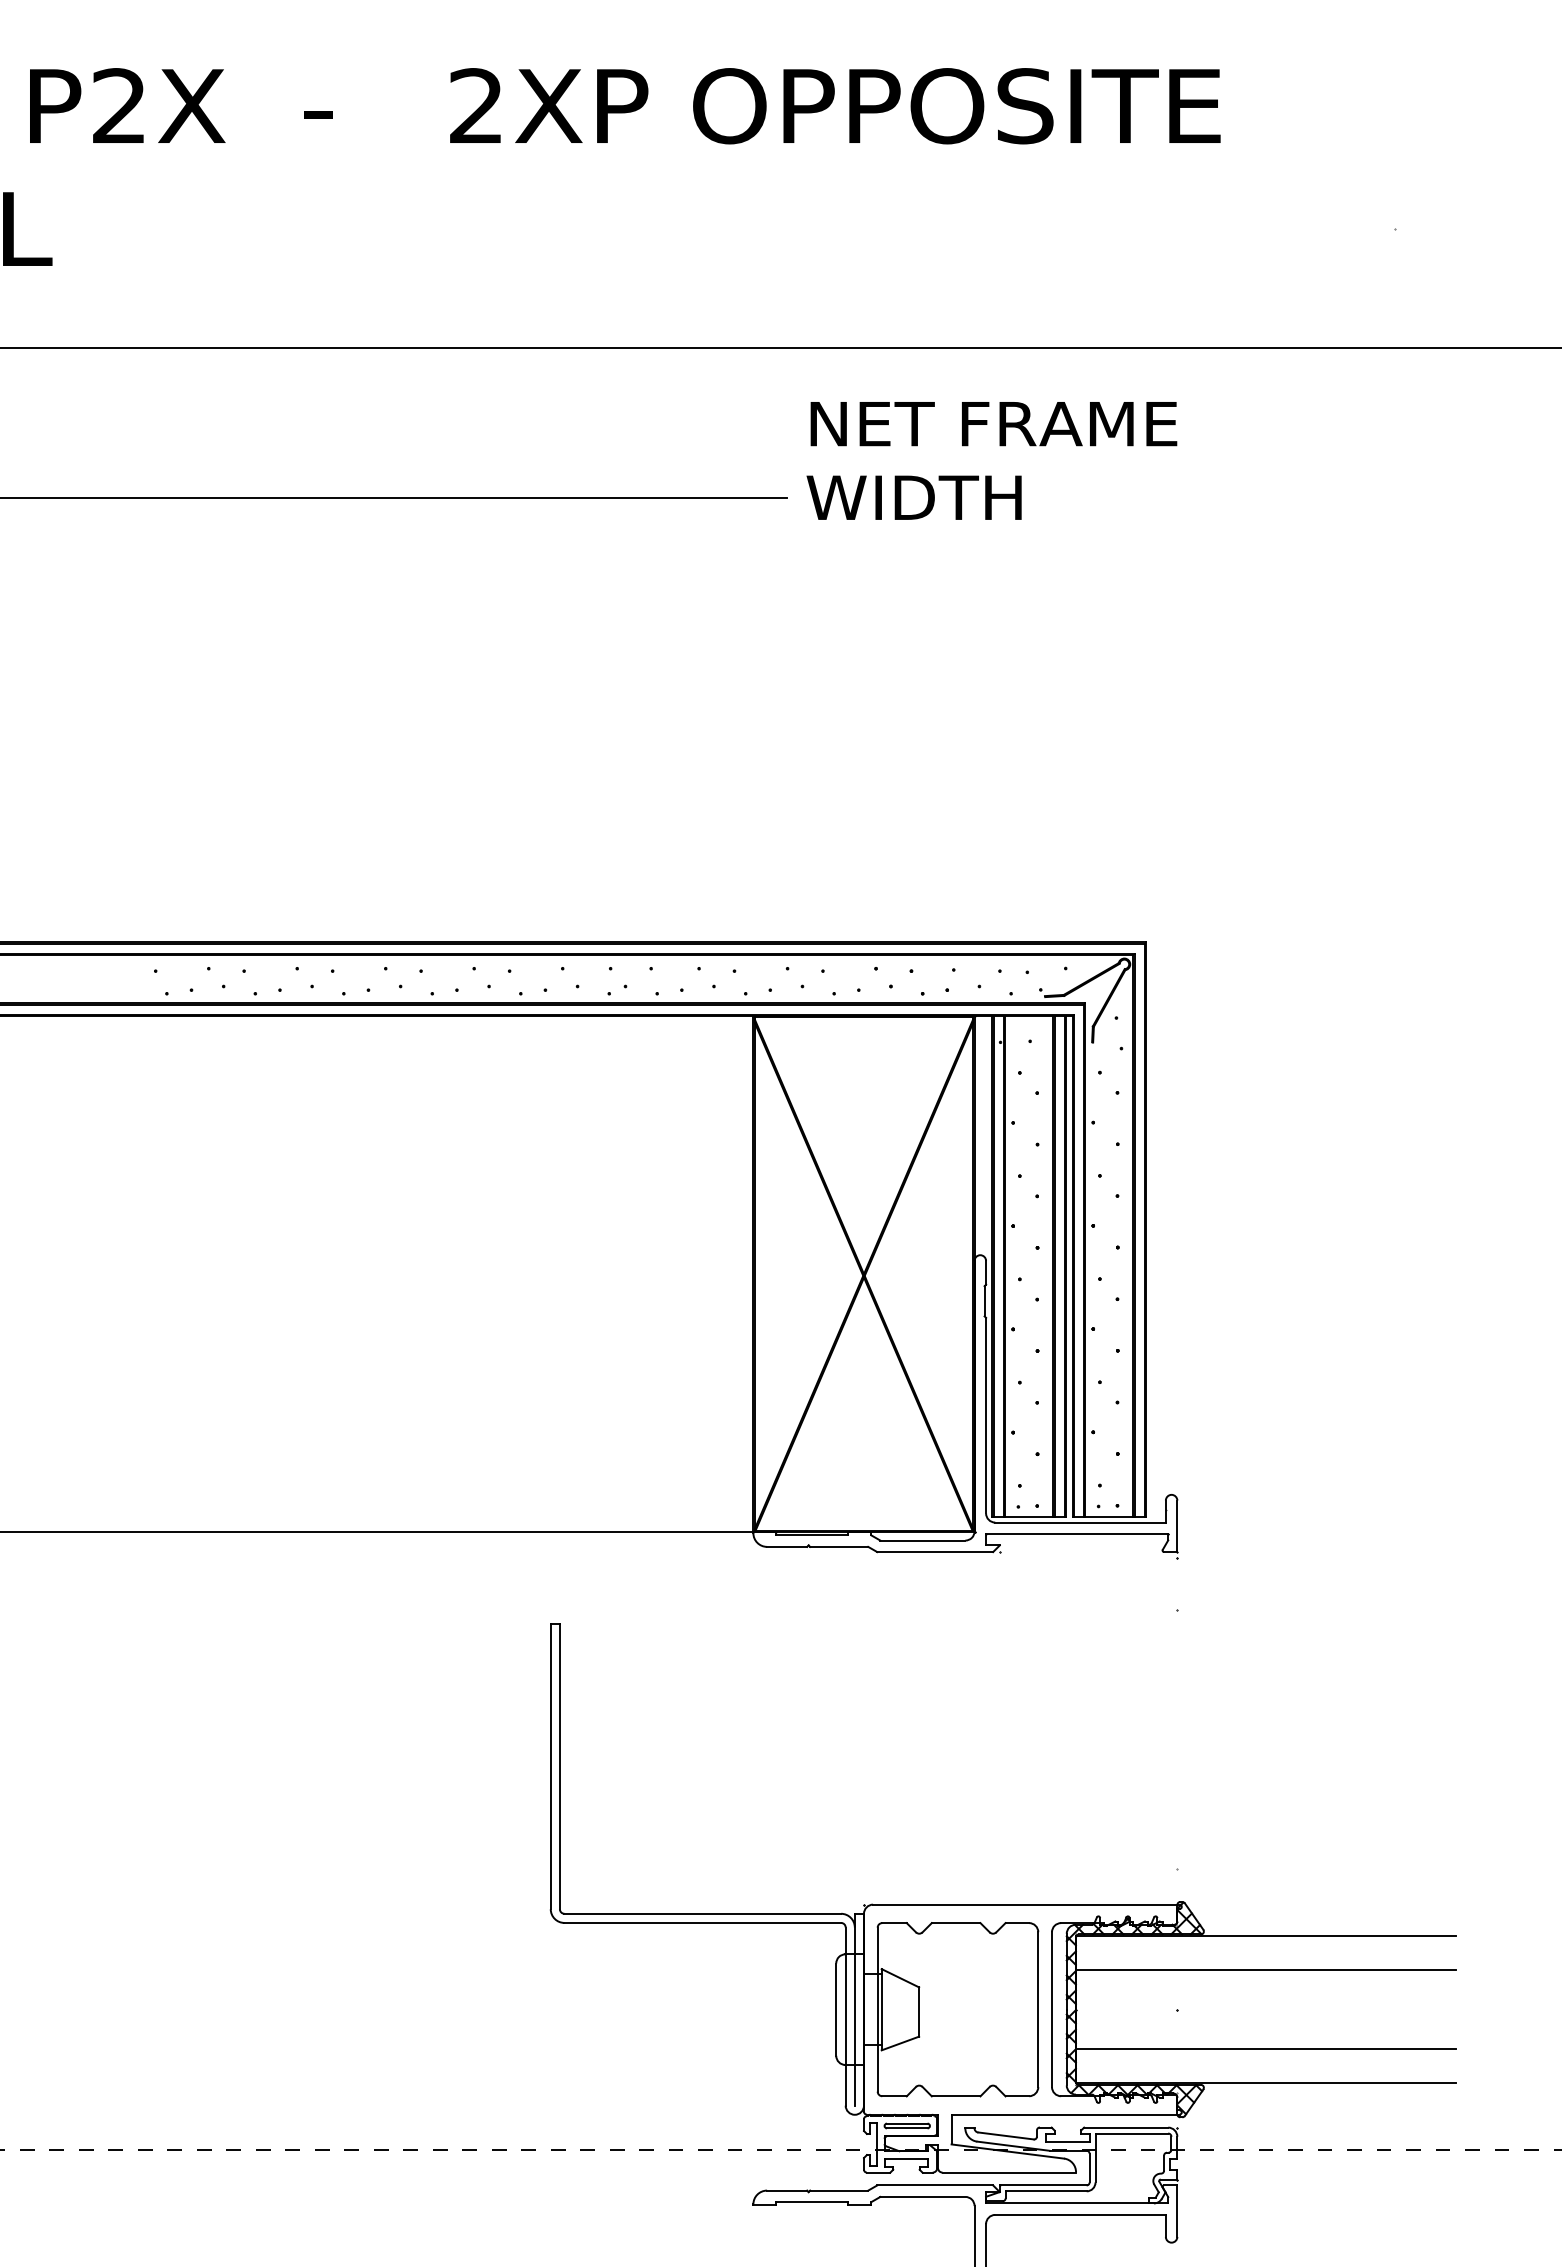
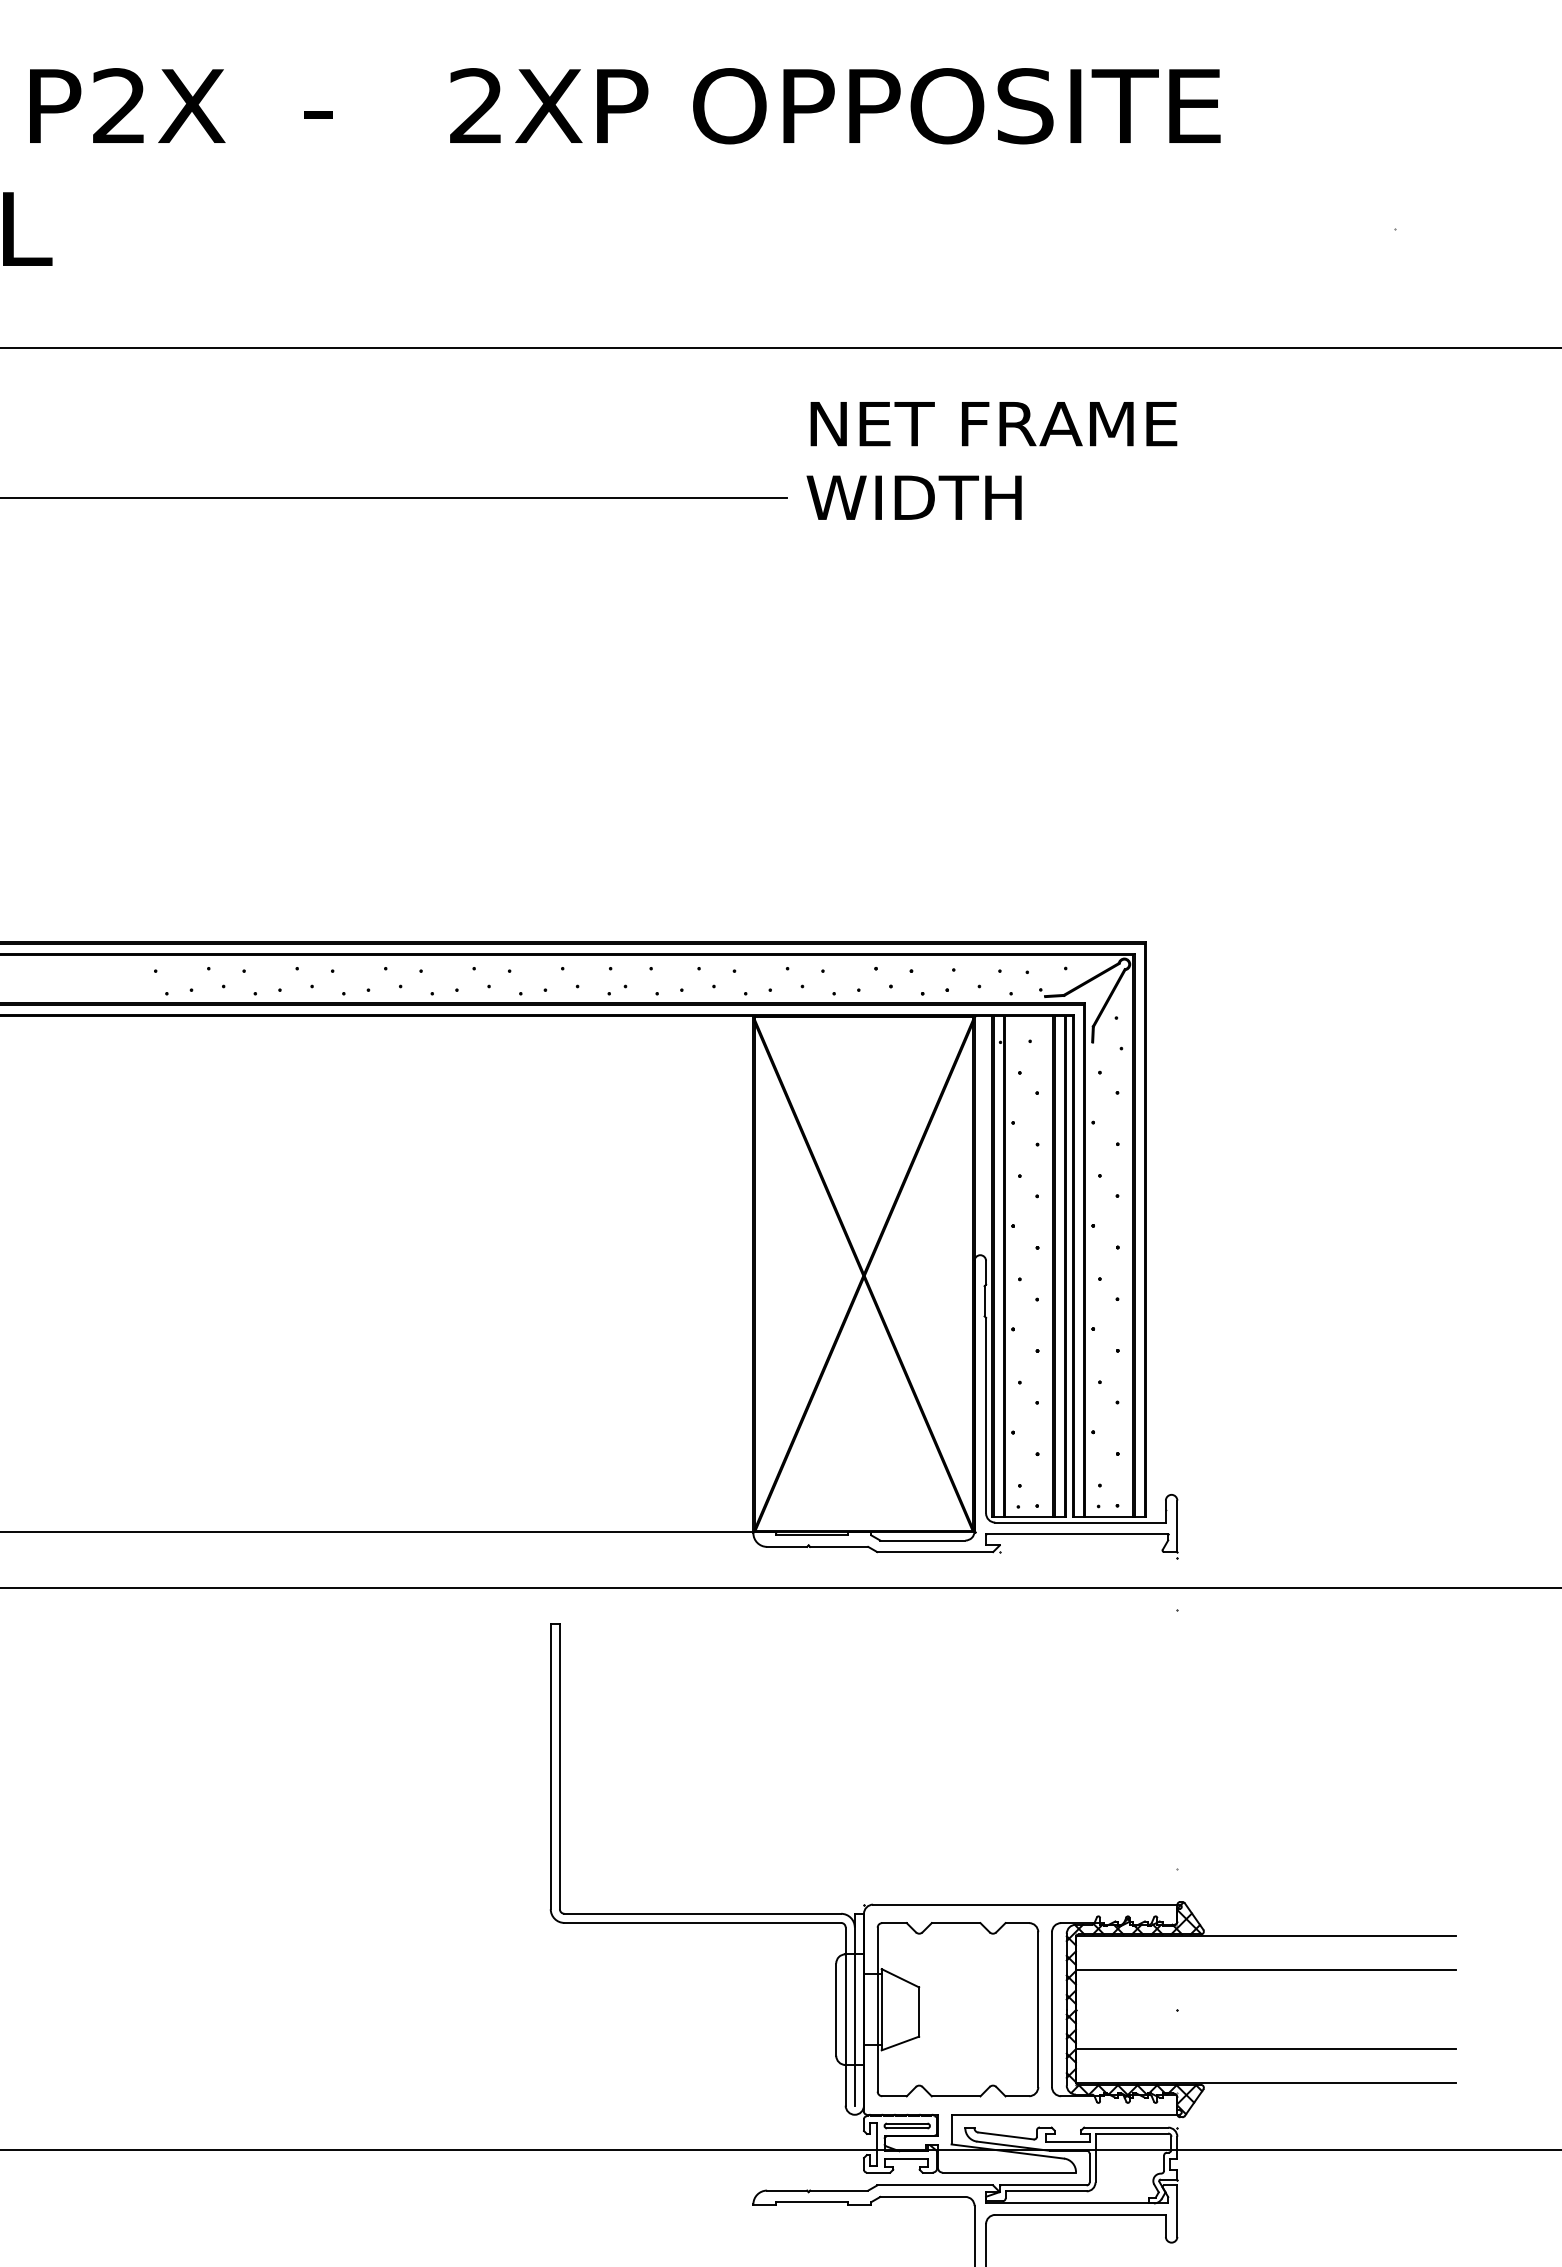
line at (780, 1588): none -> present
line at (781, 2150): dashed -> solid
